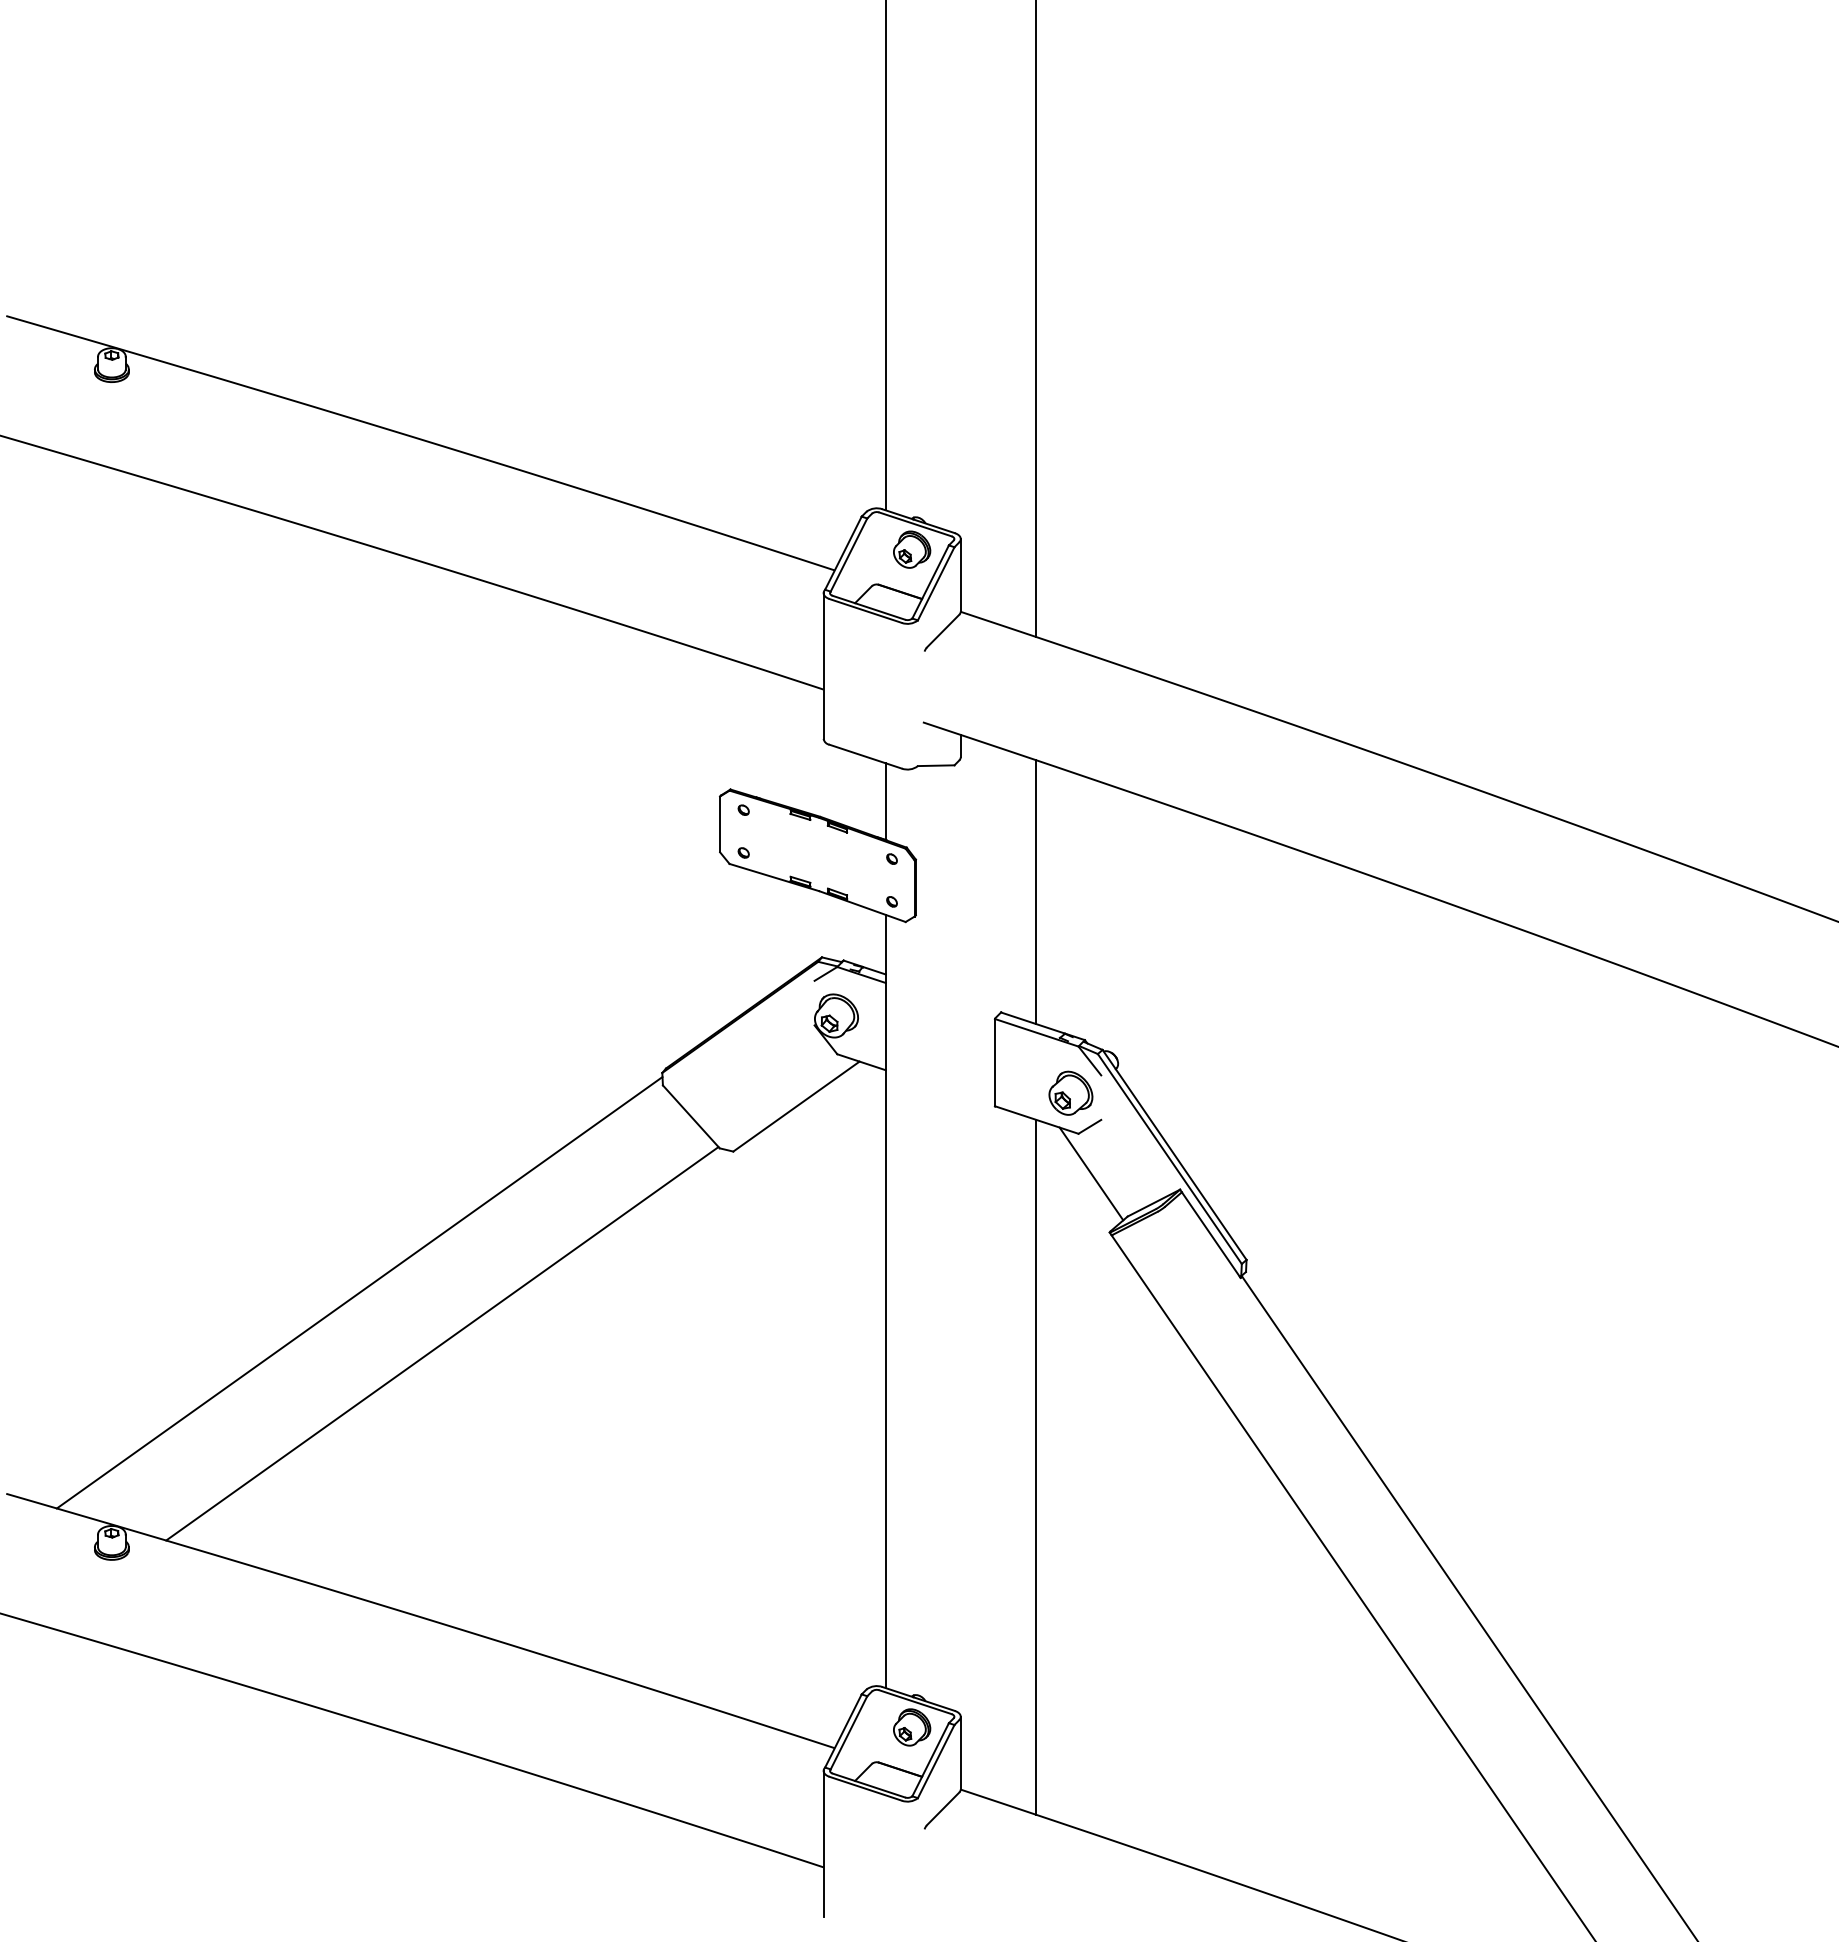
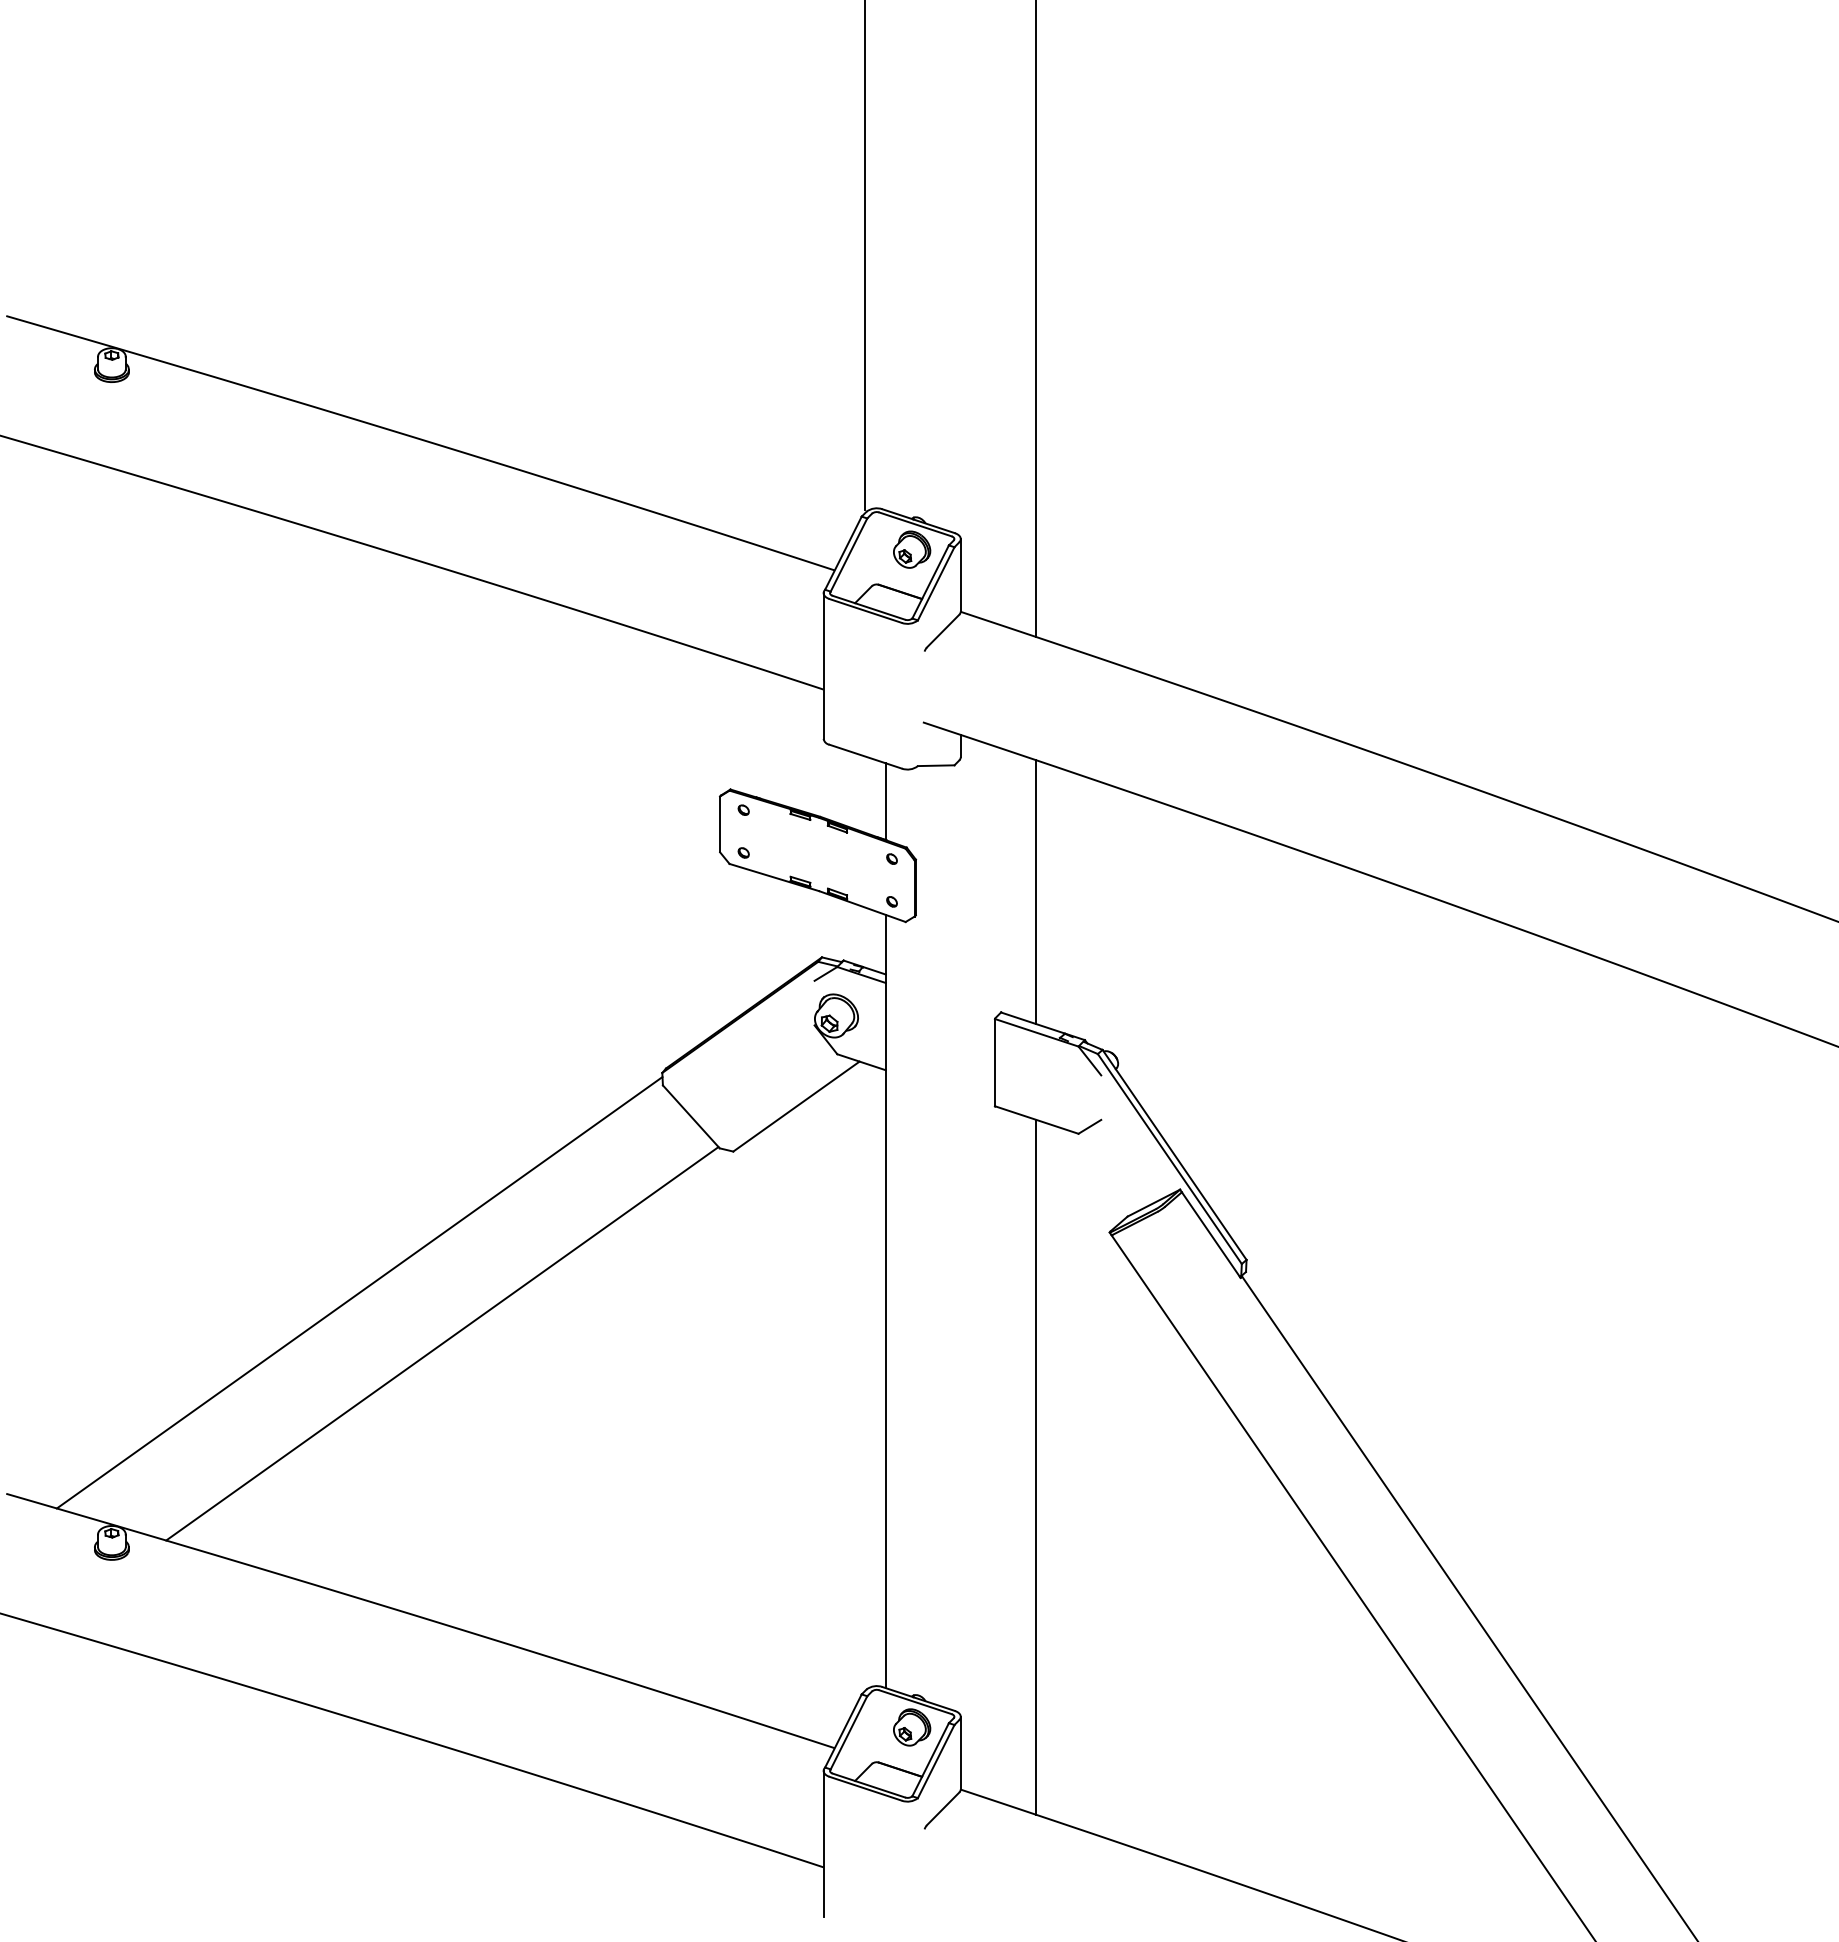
line at (885, 256) position: (885, 256) -> (864, 256)
part at (1070, 1092): present -> none
line at (1091, 1173): present -> none
